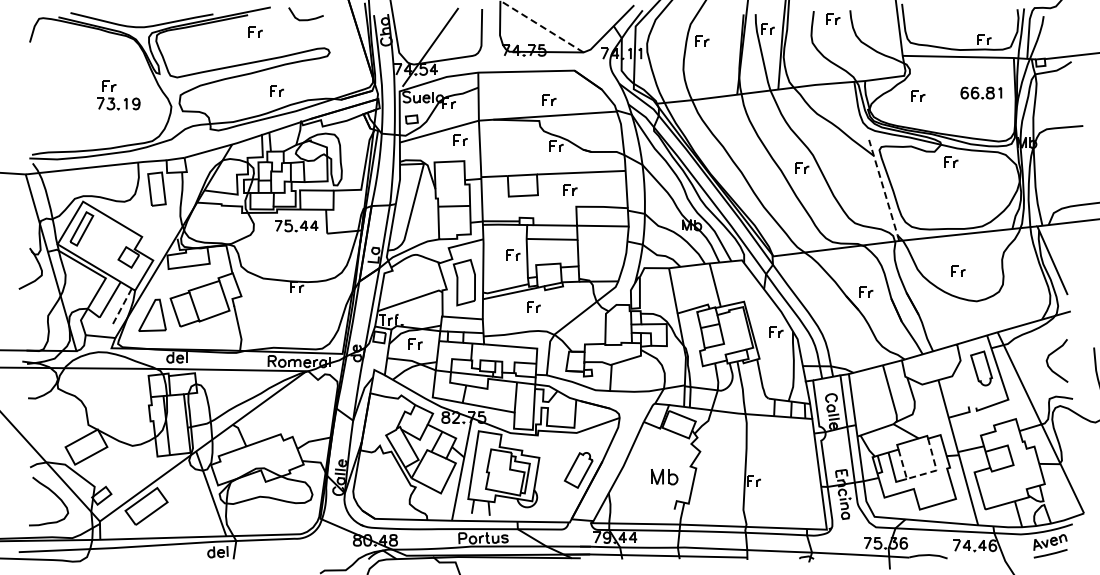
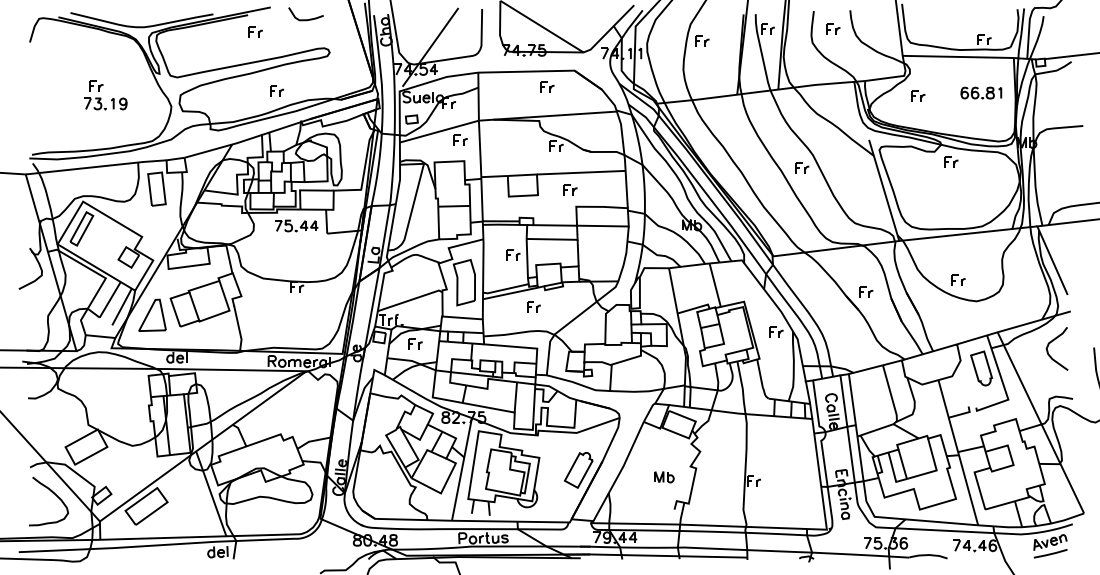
part at (833, 18) position: (833, 18) -> (833, 28)
line at (541, 26): dashed -> solid
part at (118, 95) position: (118, 95) -> (105, 95)
part at (549, 99) position: (549, 99) -> (547, 86)
line at (884, 190): dashed -> solid
part at (958, 270) position: (958, 270) -> (958, 279)
line at (122, 307): dashed -> solid
curve at (1053, 353) position: (1053, 353) -> (1053, 341)
line at (923, 474): dashed -> solid
part at (664, 477) size: 28x17 px -> 21x13 px
